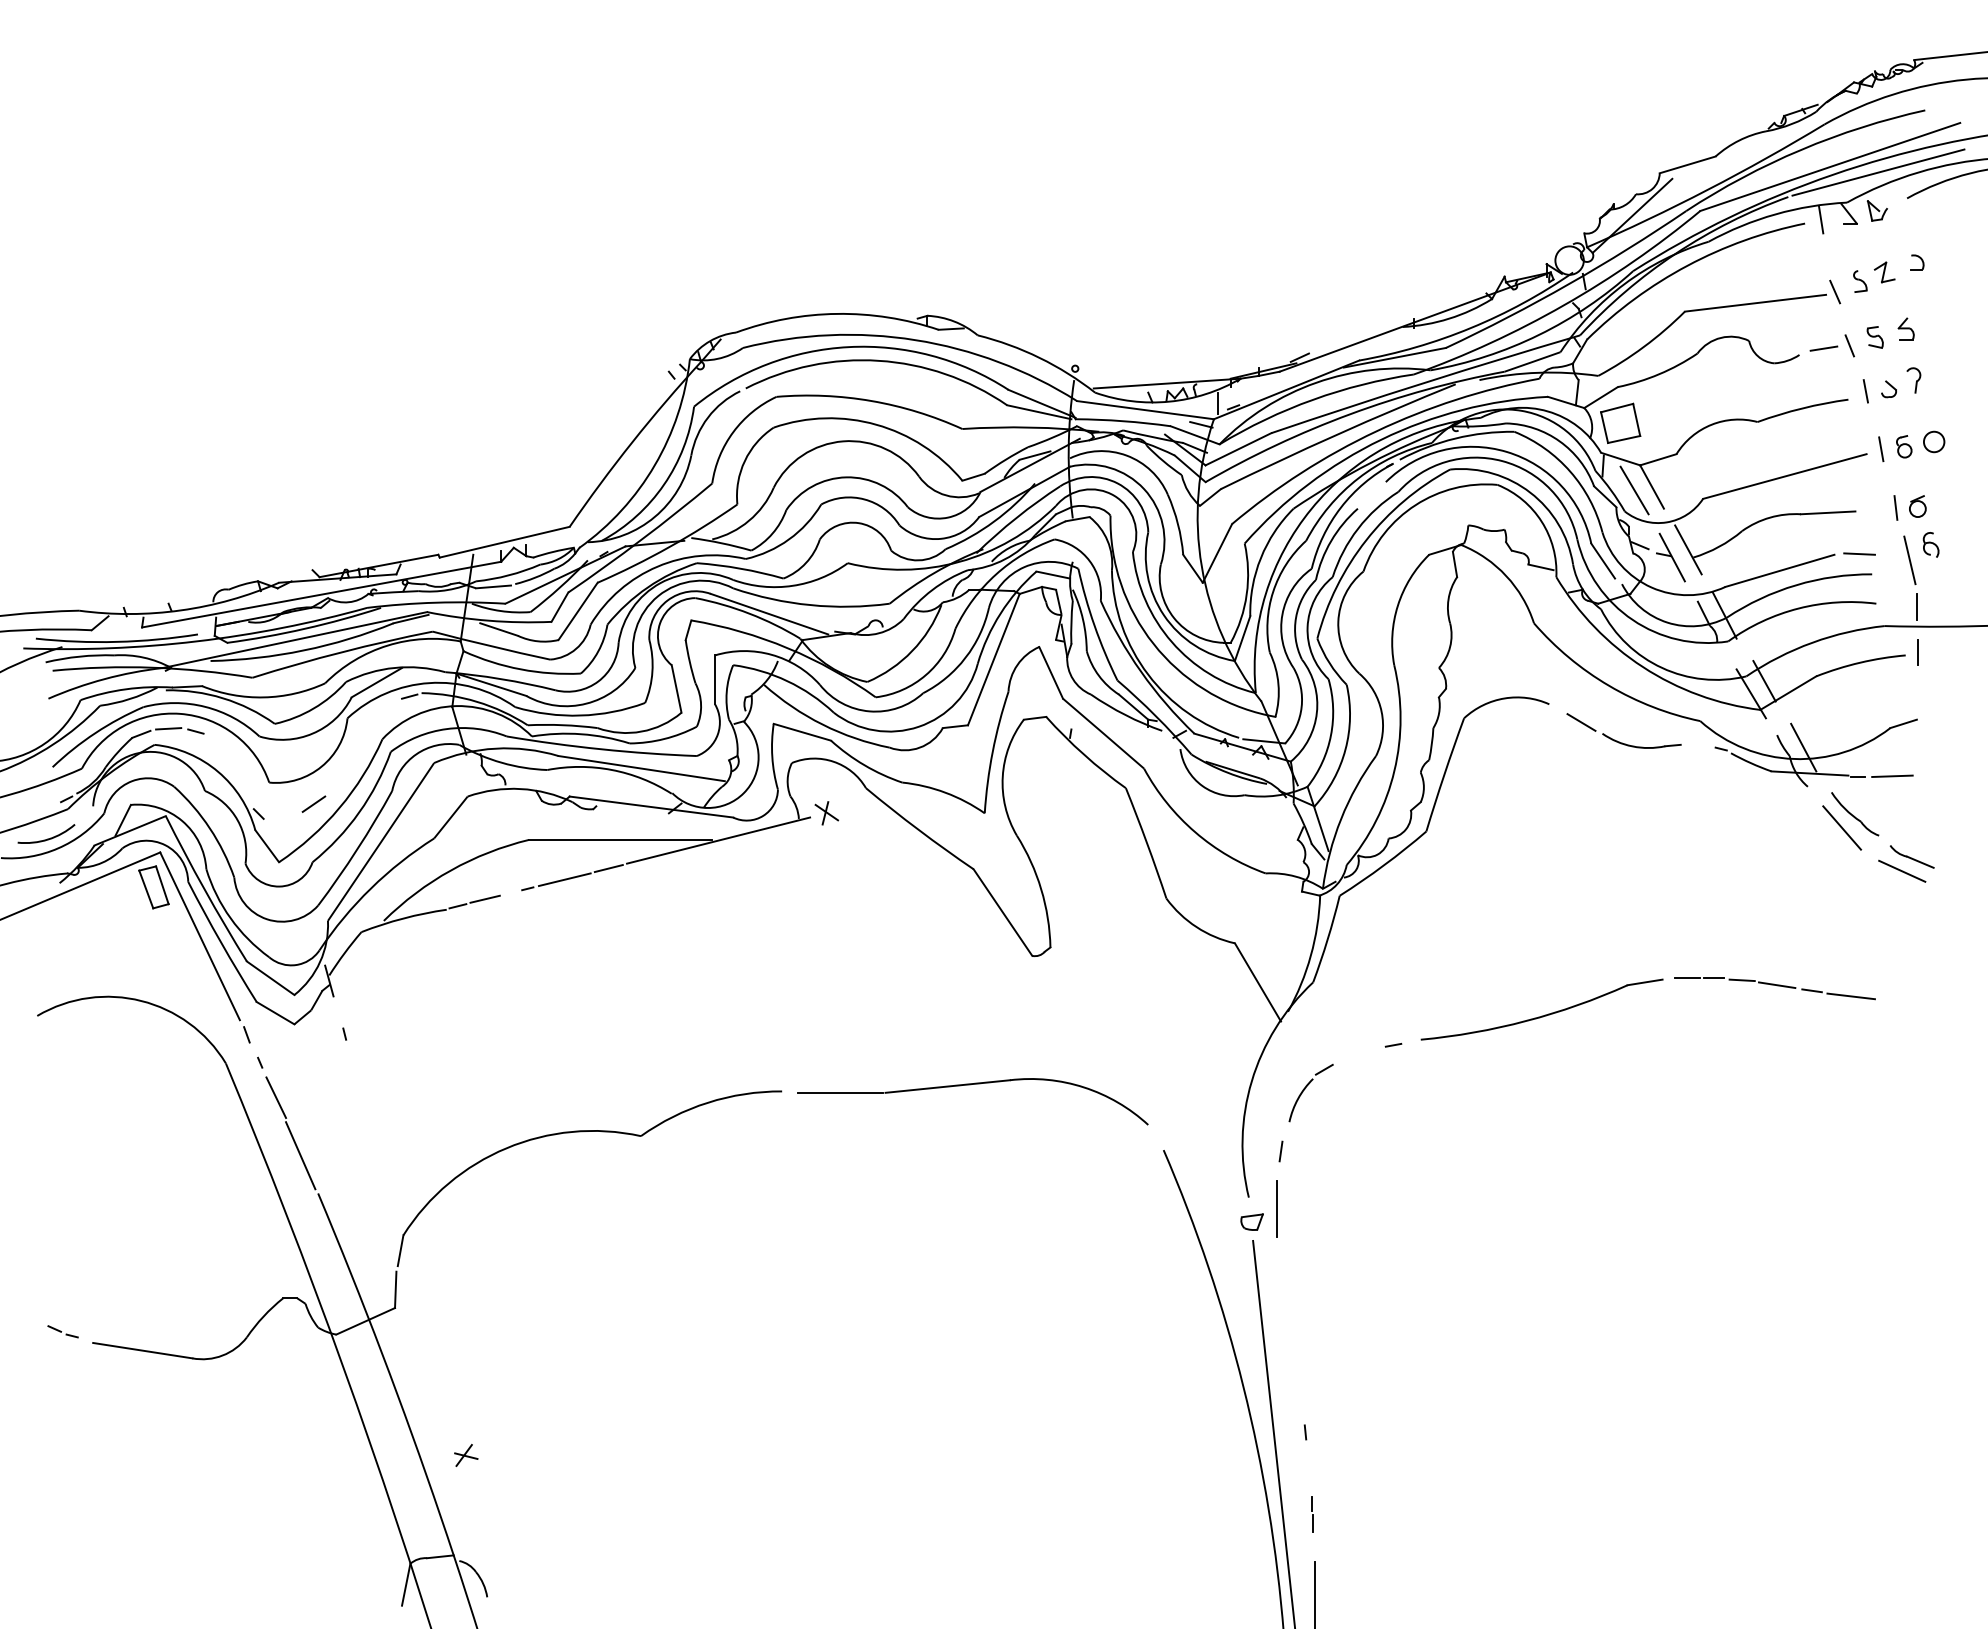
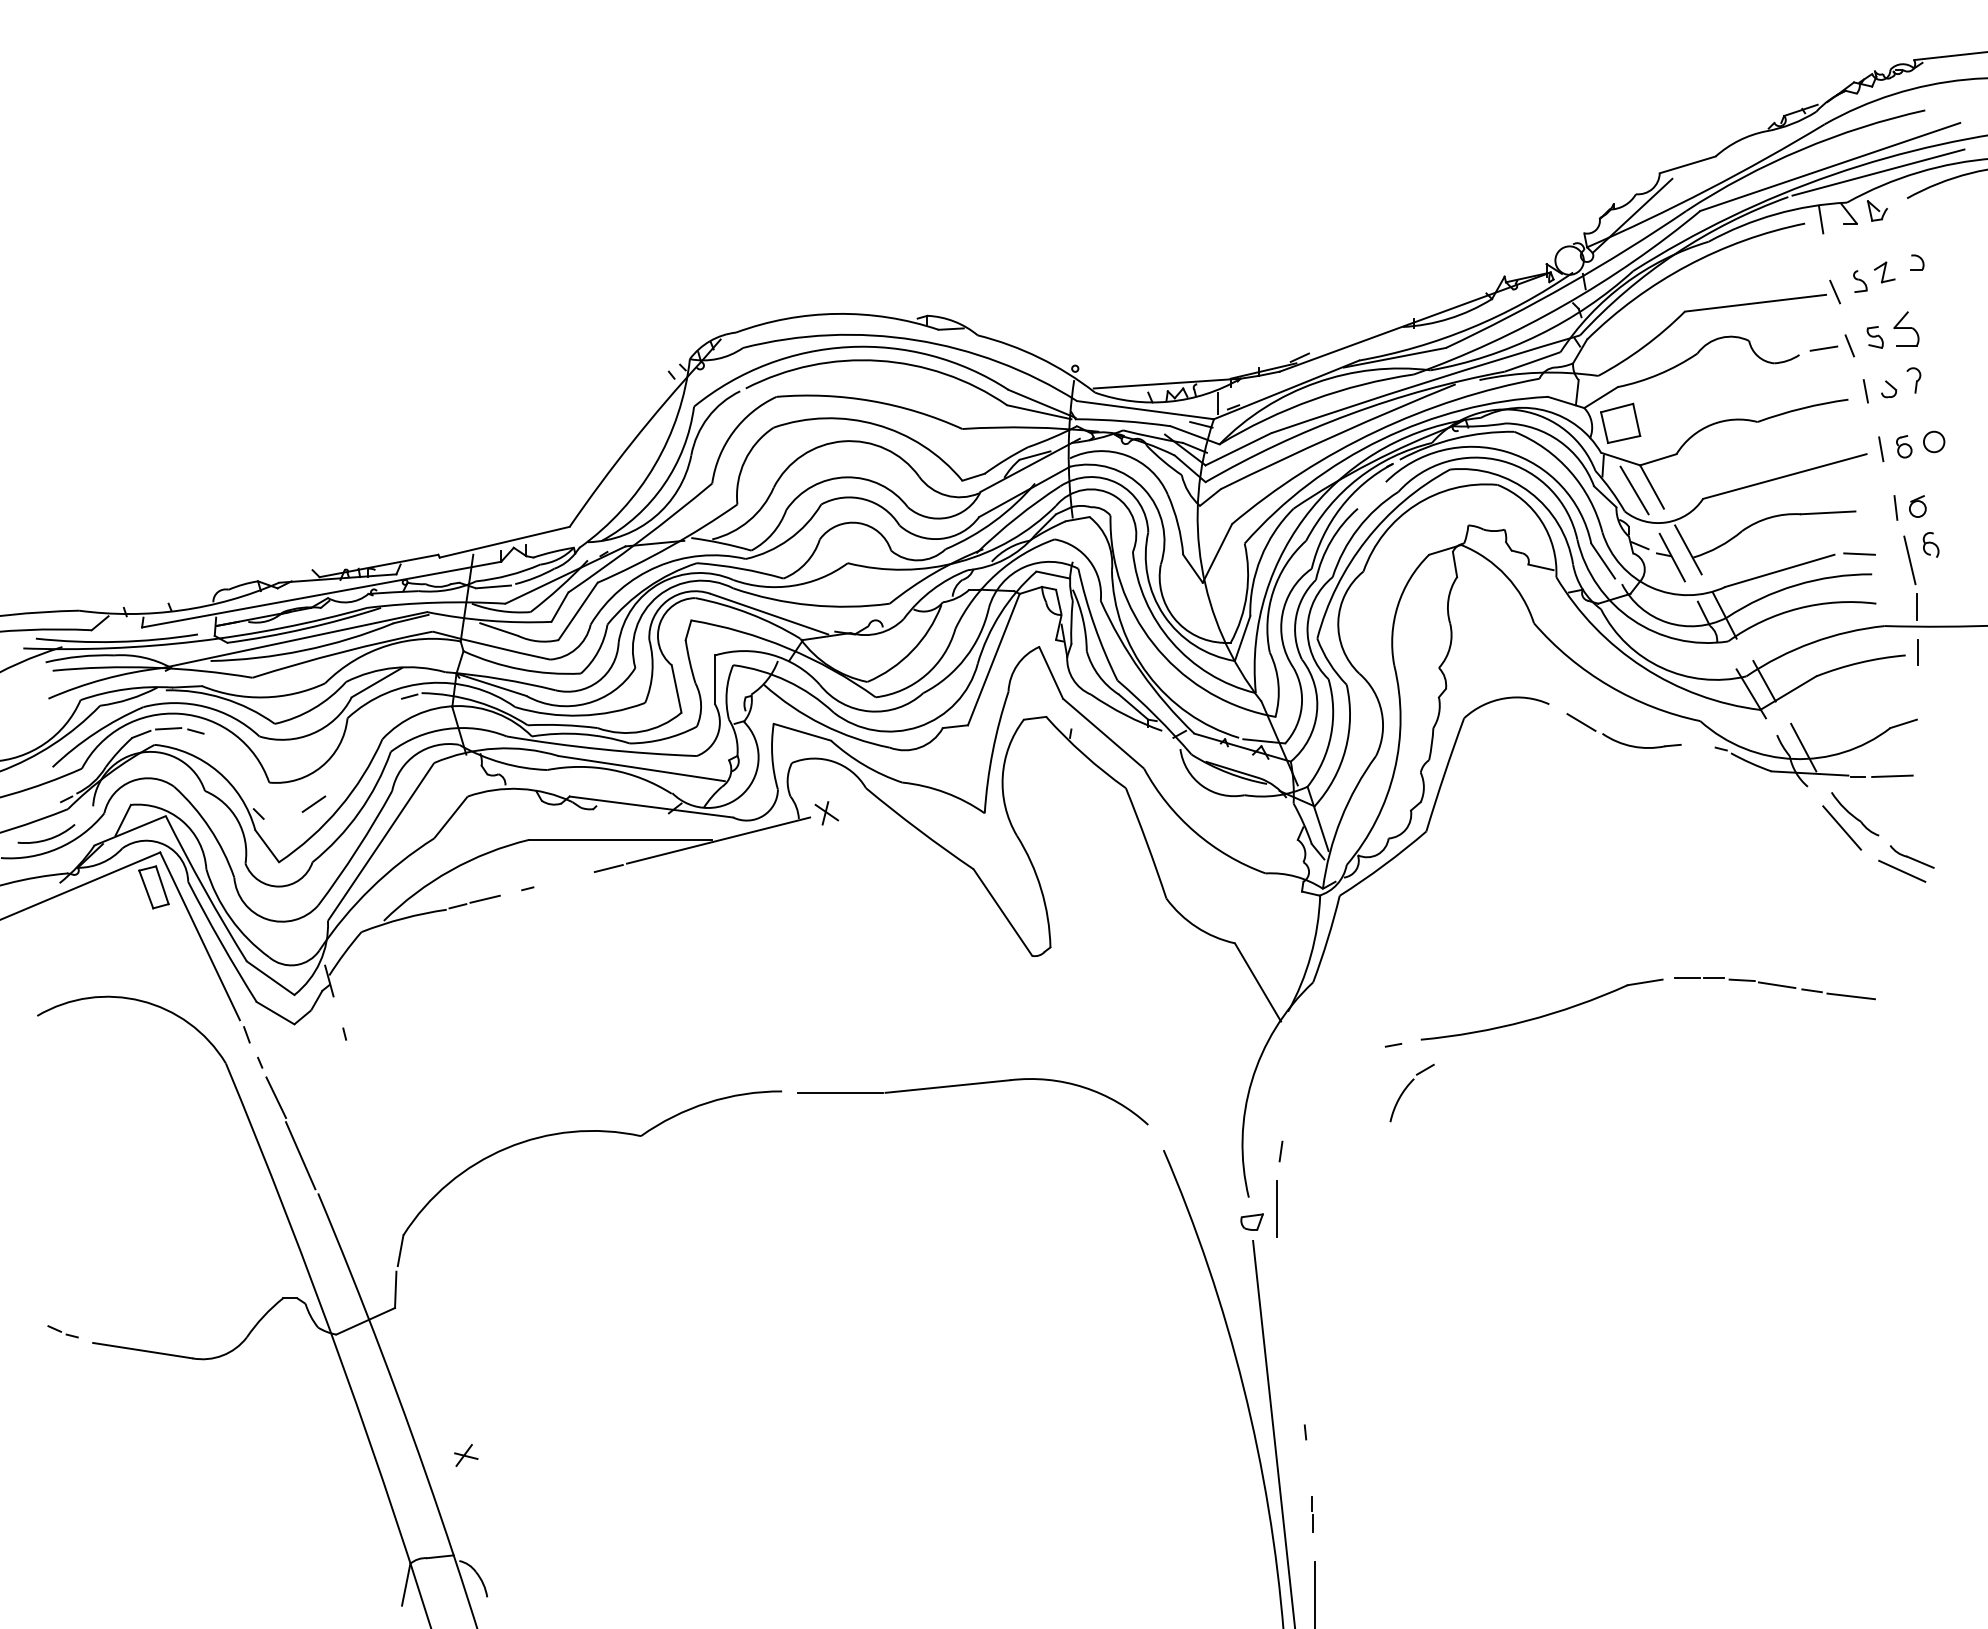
part at (1905, 328) size: 18x24 px -> 27x36 px
line at (564, 879): present -> none
part at (1305, 1089) position: (1305, 1089) -> (1406, 1089)
